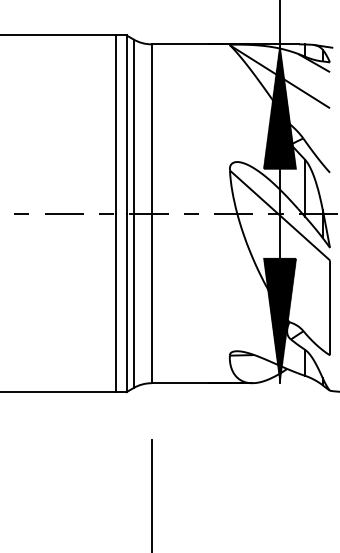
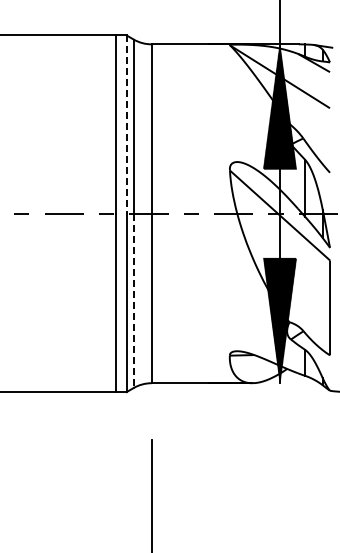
line at (126, 125): solid -> dashed
line at (133, 301): solid -> dashed
